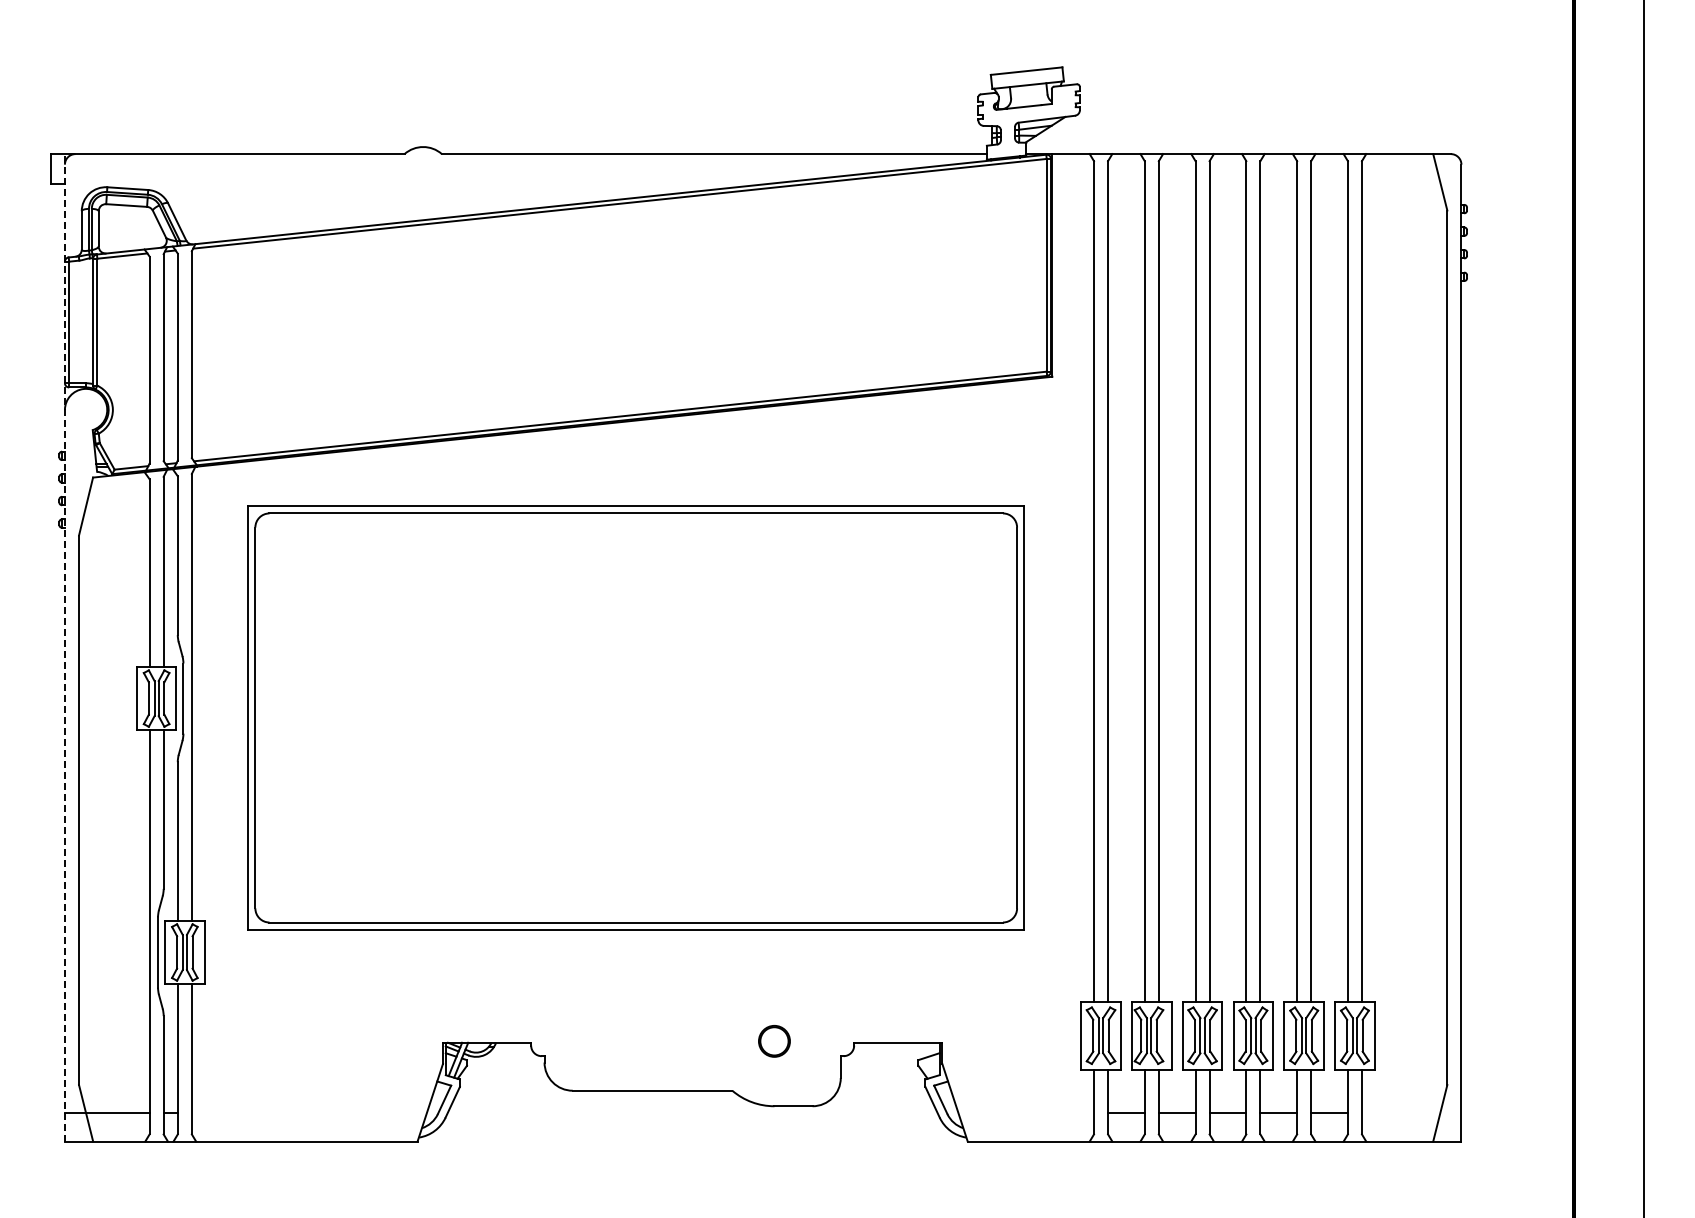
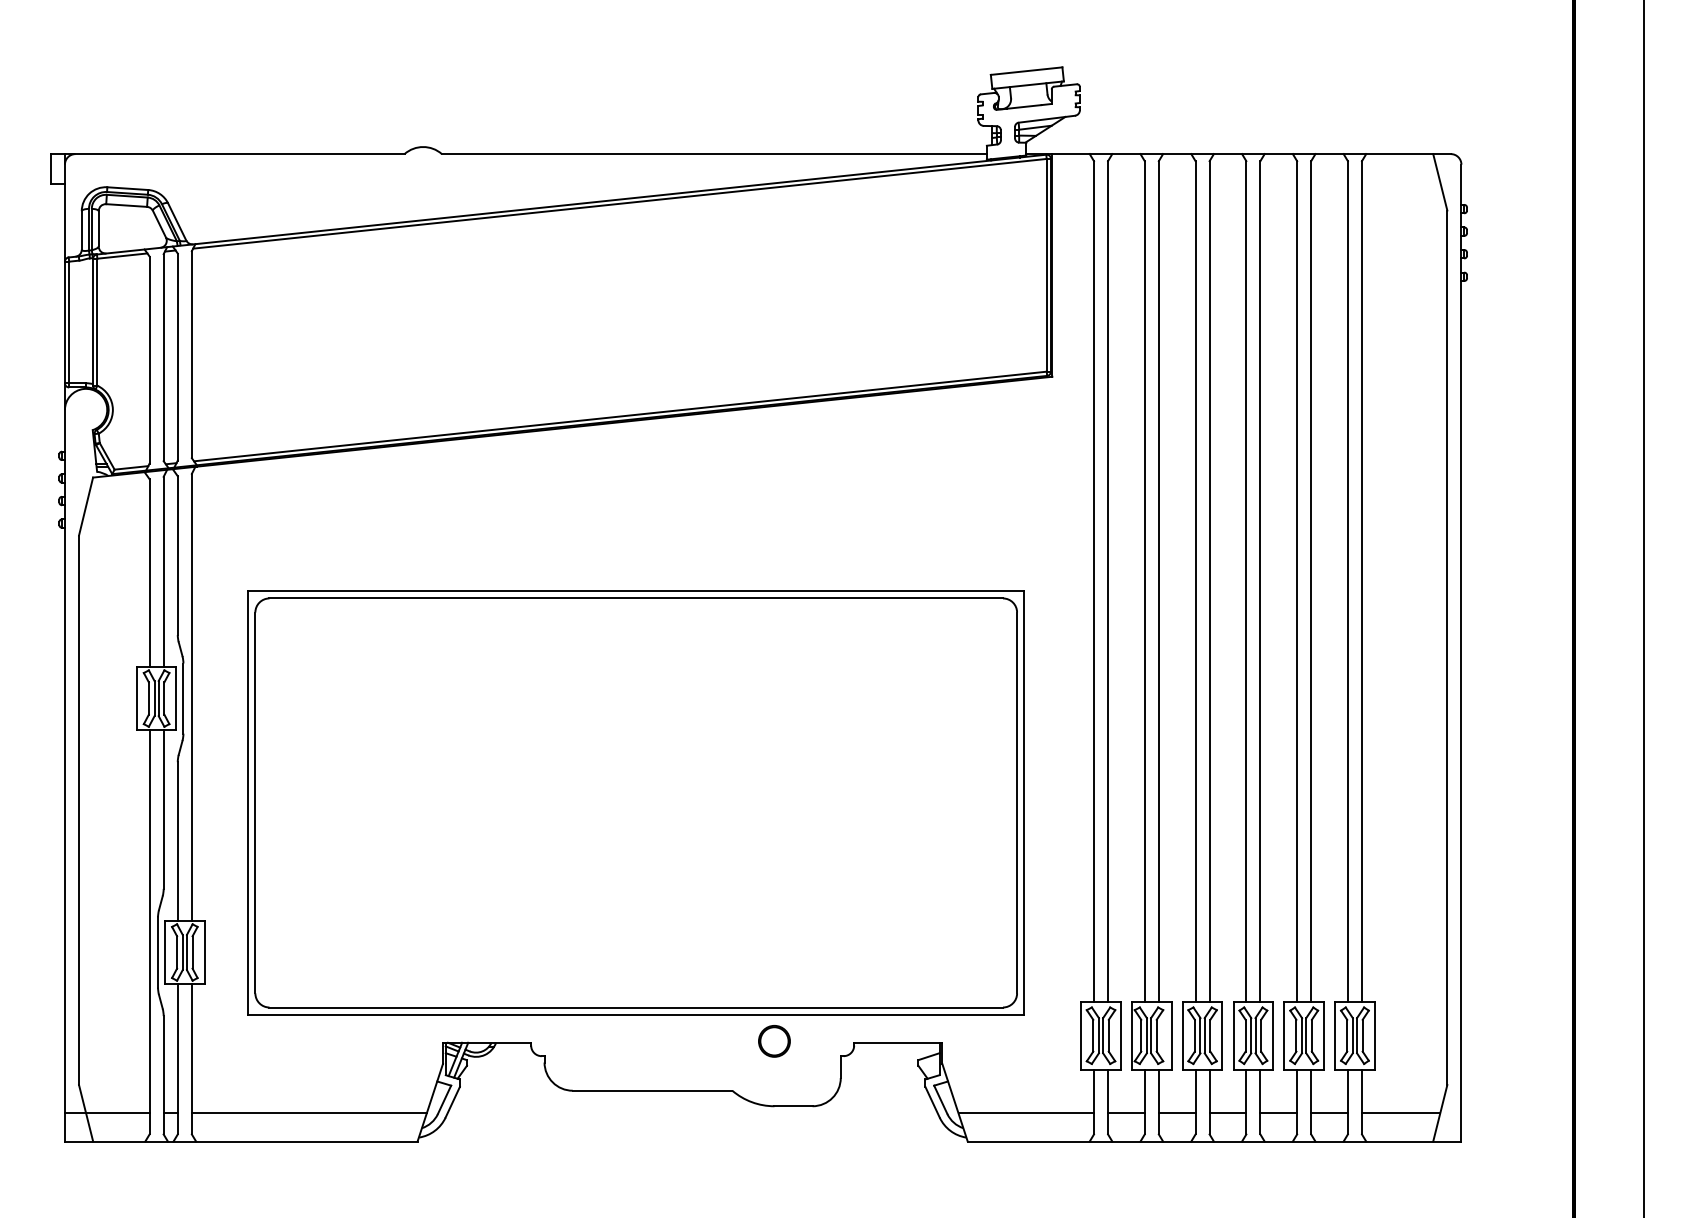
line at (64, 647): dashed -> solid
part at (635, 717) position: (635, 717) -> (635, 802)
line at (308, 1113): none -> present
line at (1025, 1113): none -> present
line at (1401, 1113): none -> present
